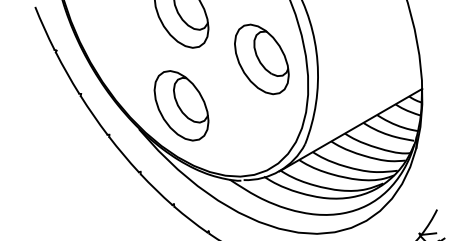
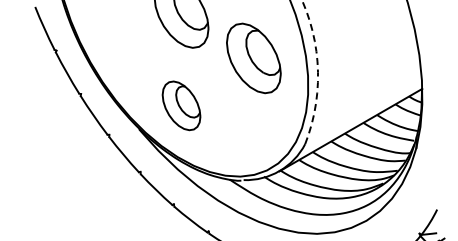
part at (261, 59) position: (261, 59) -> (253, 58)
arc at (317, 71): solid -> dashed
part at (181, 105) size: 57x72 px -> 41x52 px
